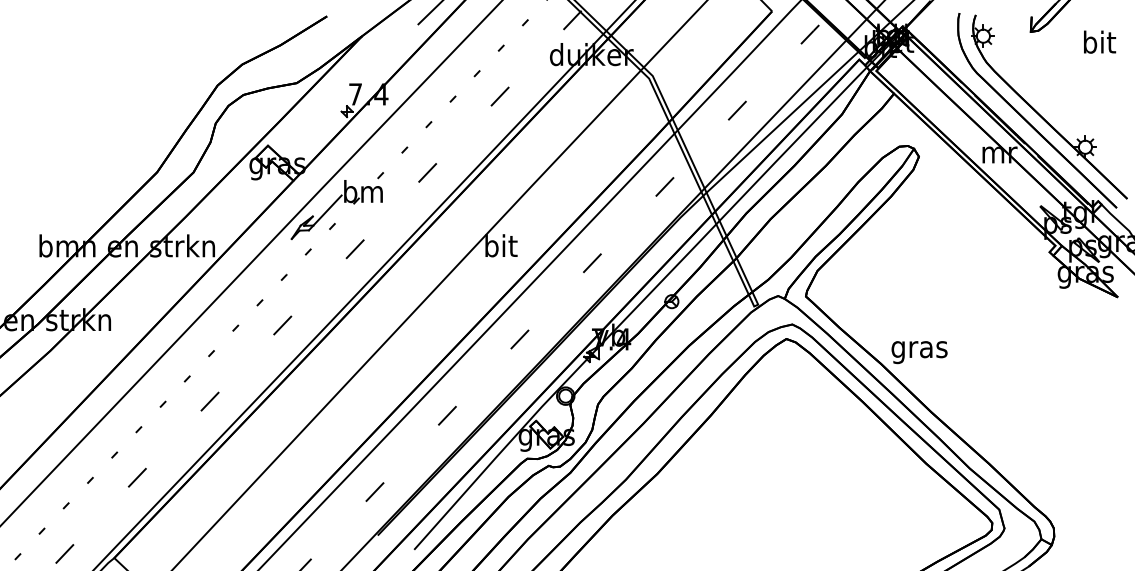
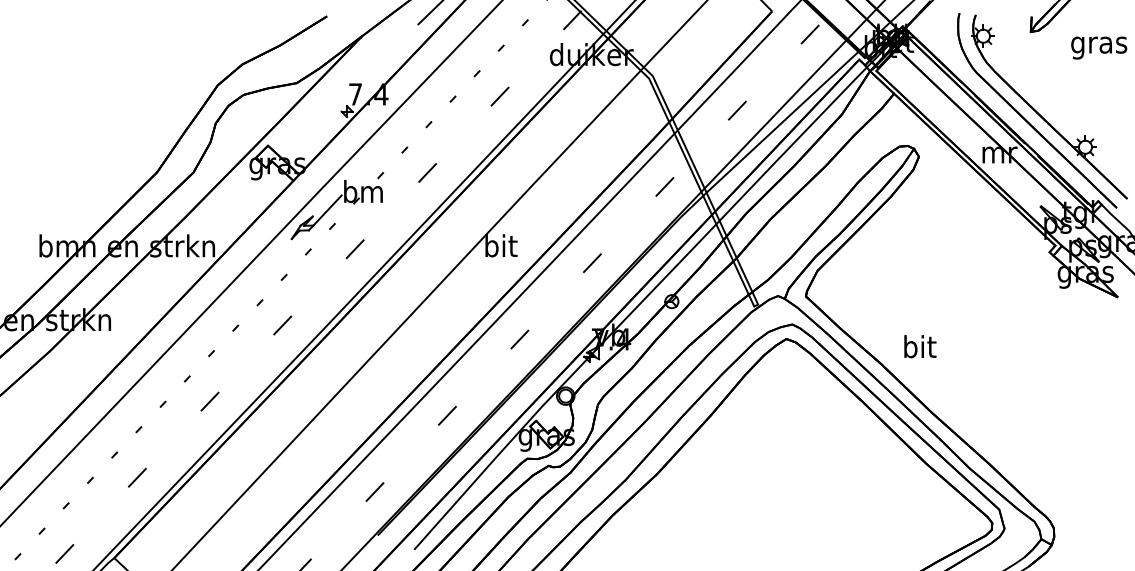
text at (1099, 44): bit -> gras
text at (919, 349): gras -> bit
